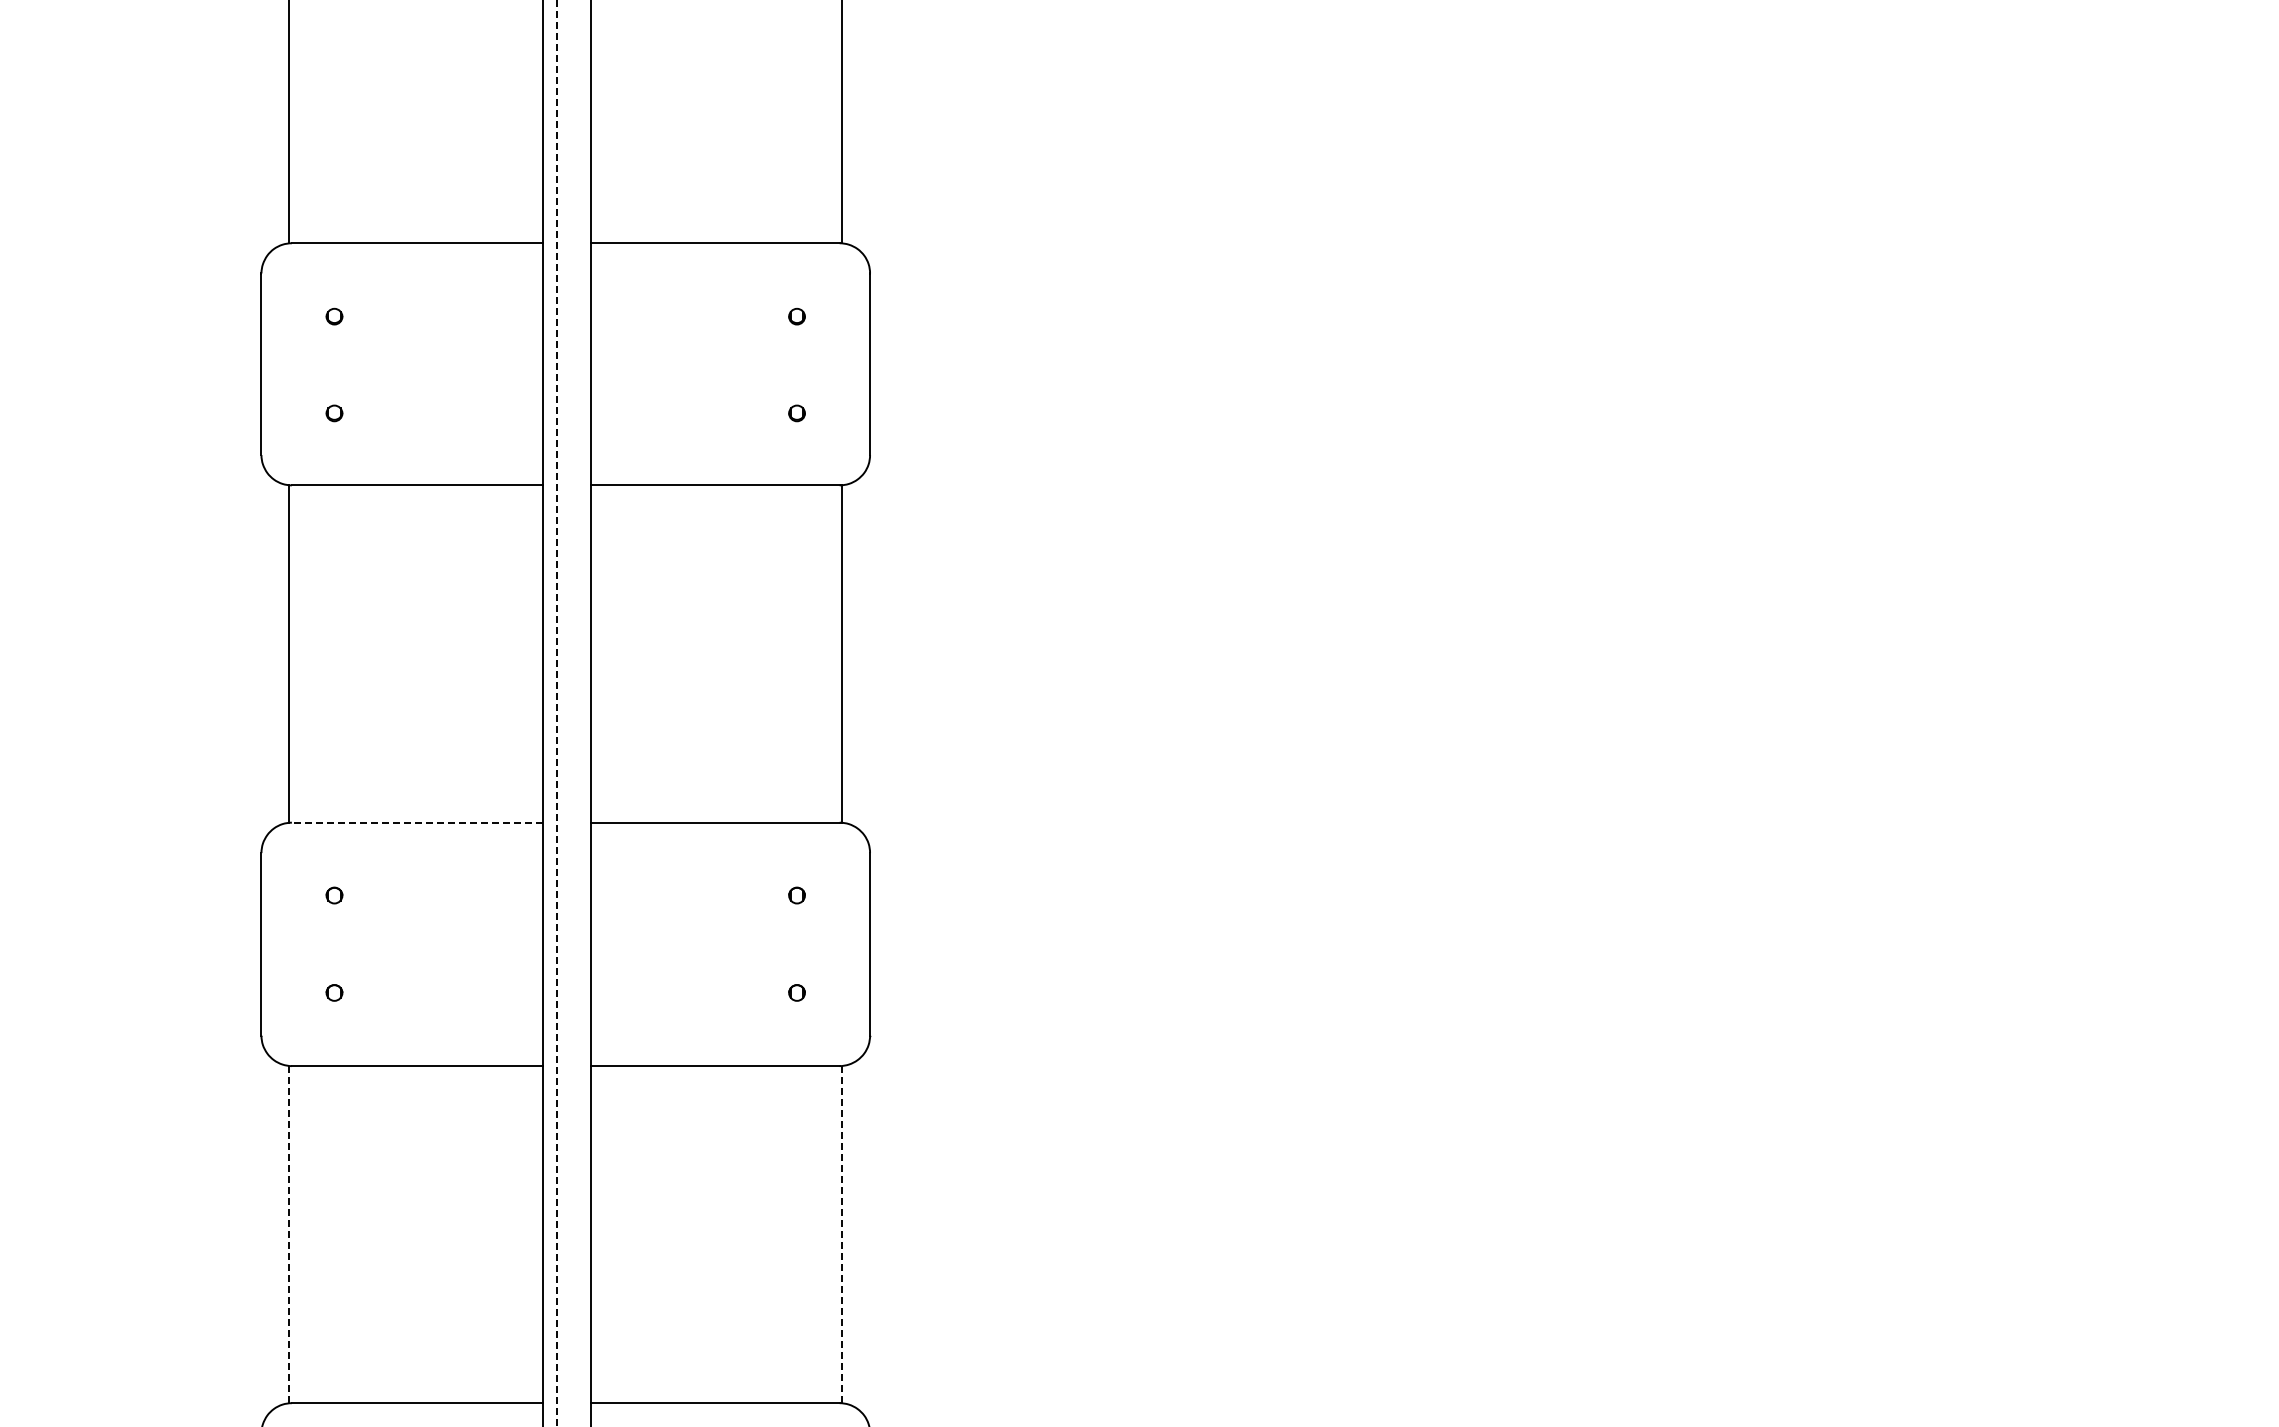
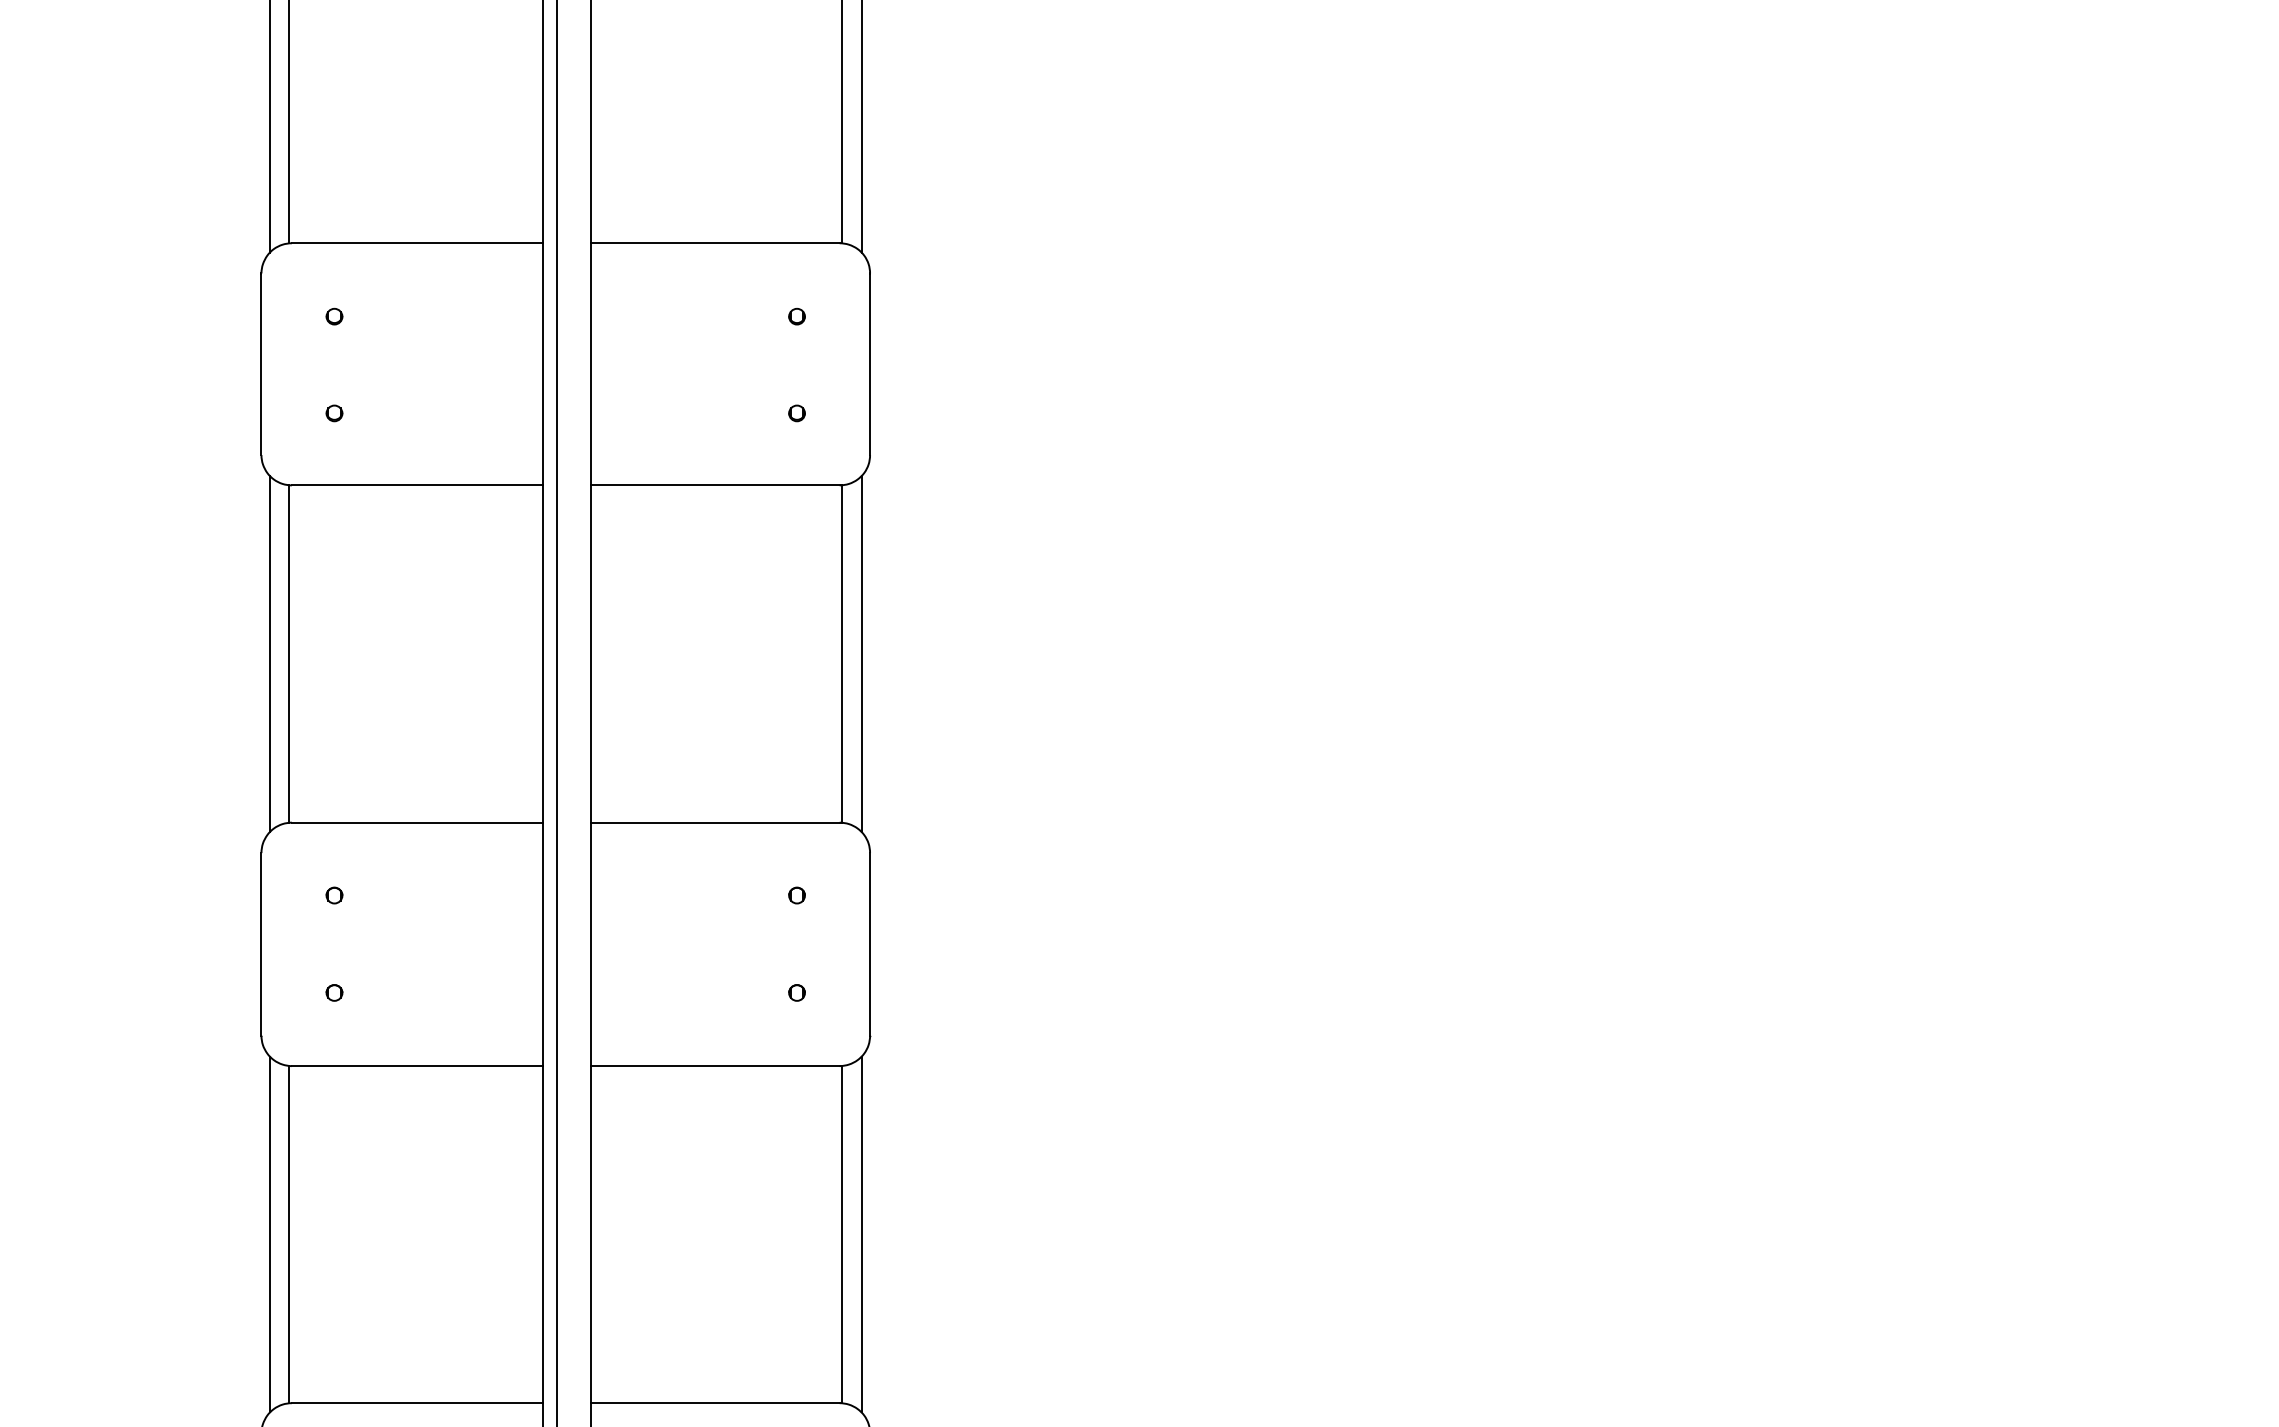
line at (269, 127): none -> present
line at (861, 127): none -> present
line at (269, 653): none -> present
line at (861, 653): none -> present
line at (557, 713): dashed -> solid
line at (416, 822): dashed -> solid
line at (269, 1234): none -> present
line at (289, 1234): dashed -> solid
line at (842, 1234): dashed -> solid
line at (861, 1234): none -> present
